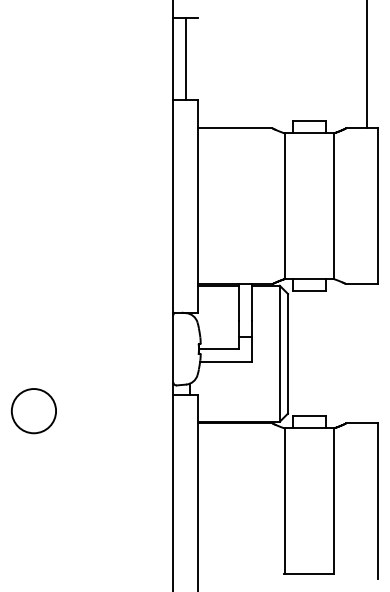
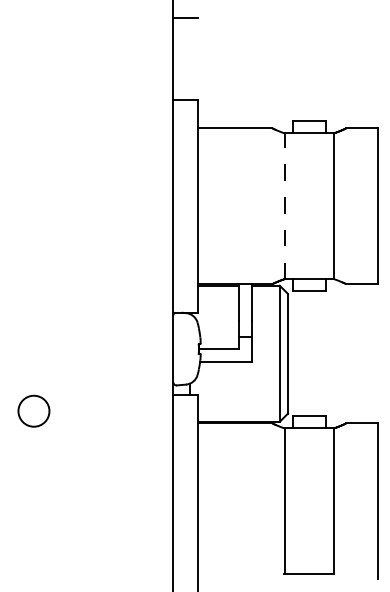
line at (186, 58): present -> none
line at (366, 65): present -> none
line at (284, 206): solid -> dashed
circle at (33, 411) size: 46x47 px -> 34x34 px
